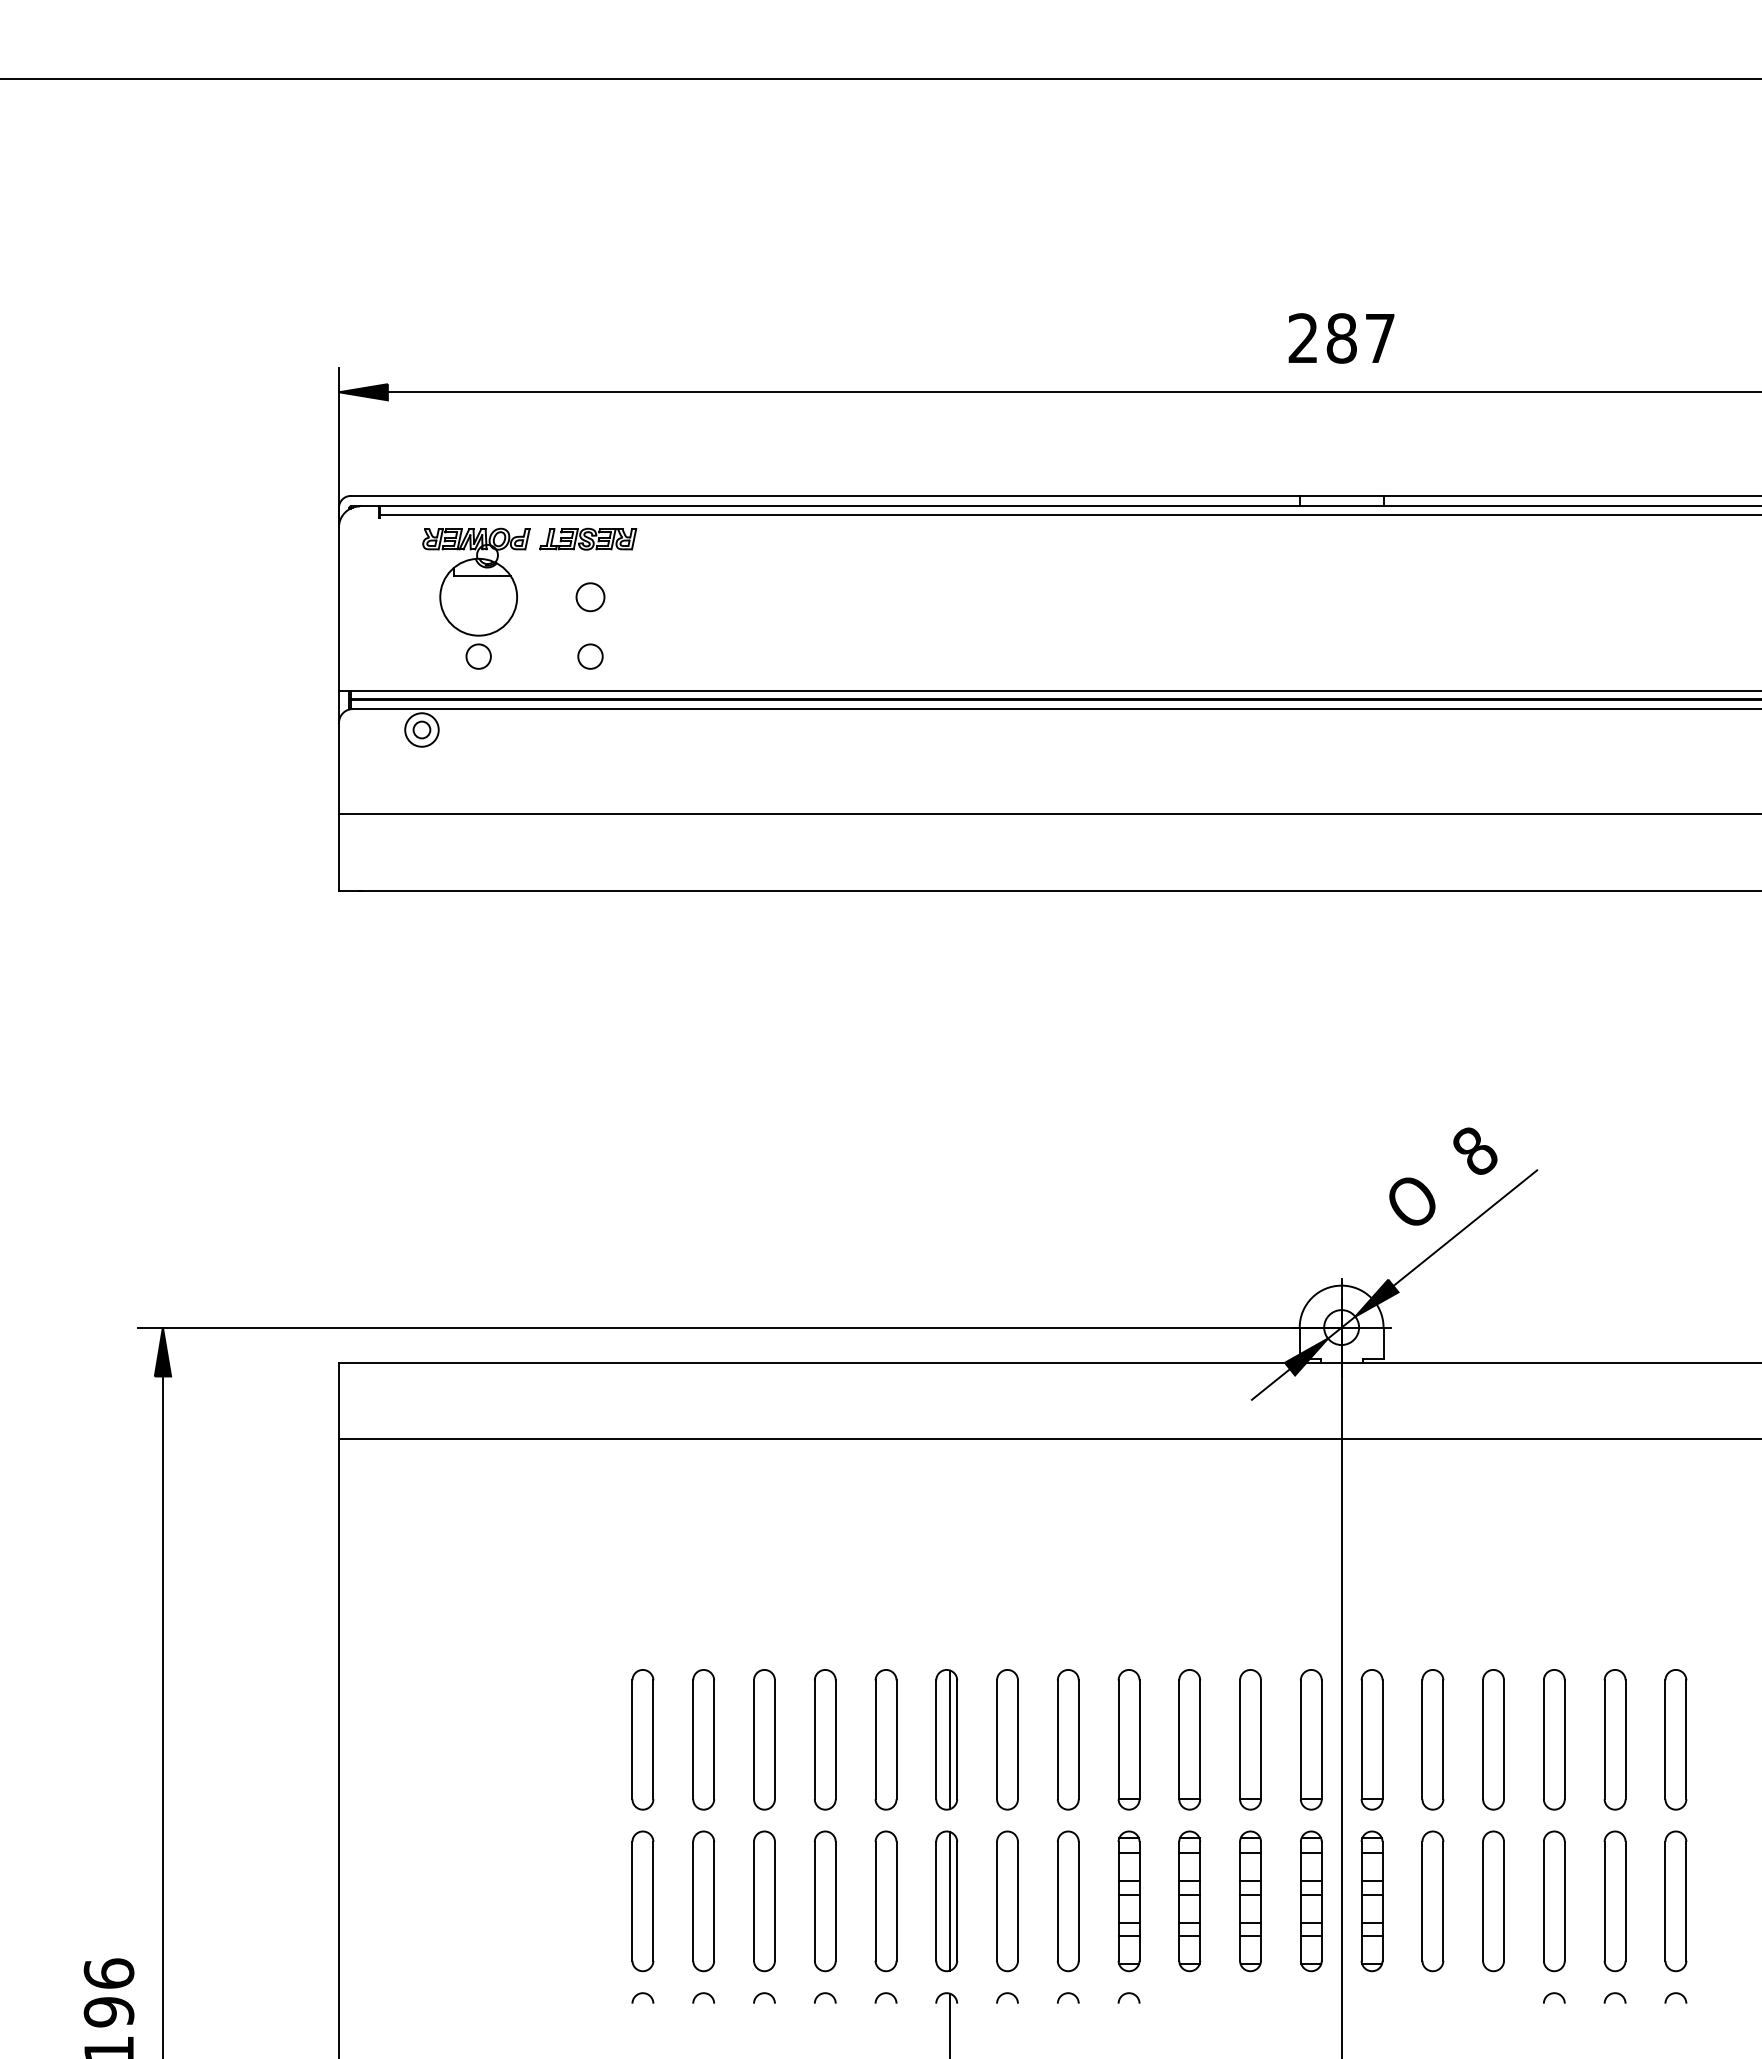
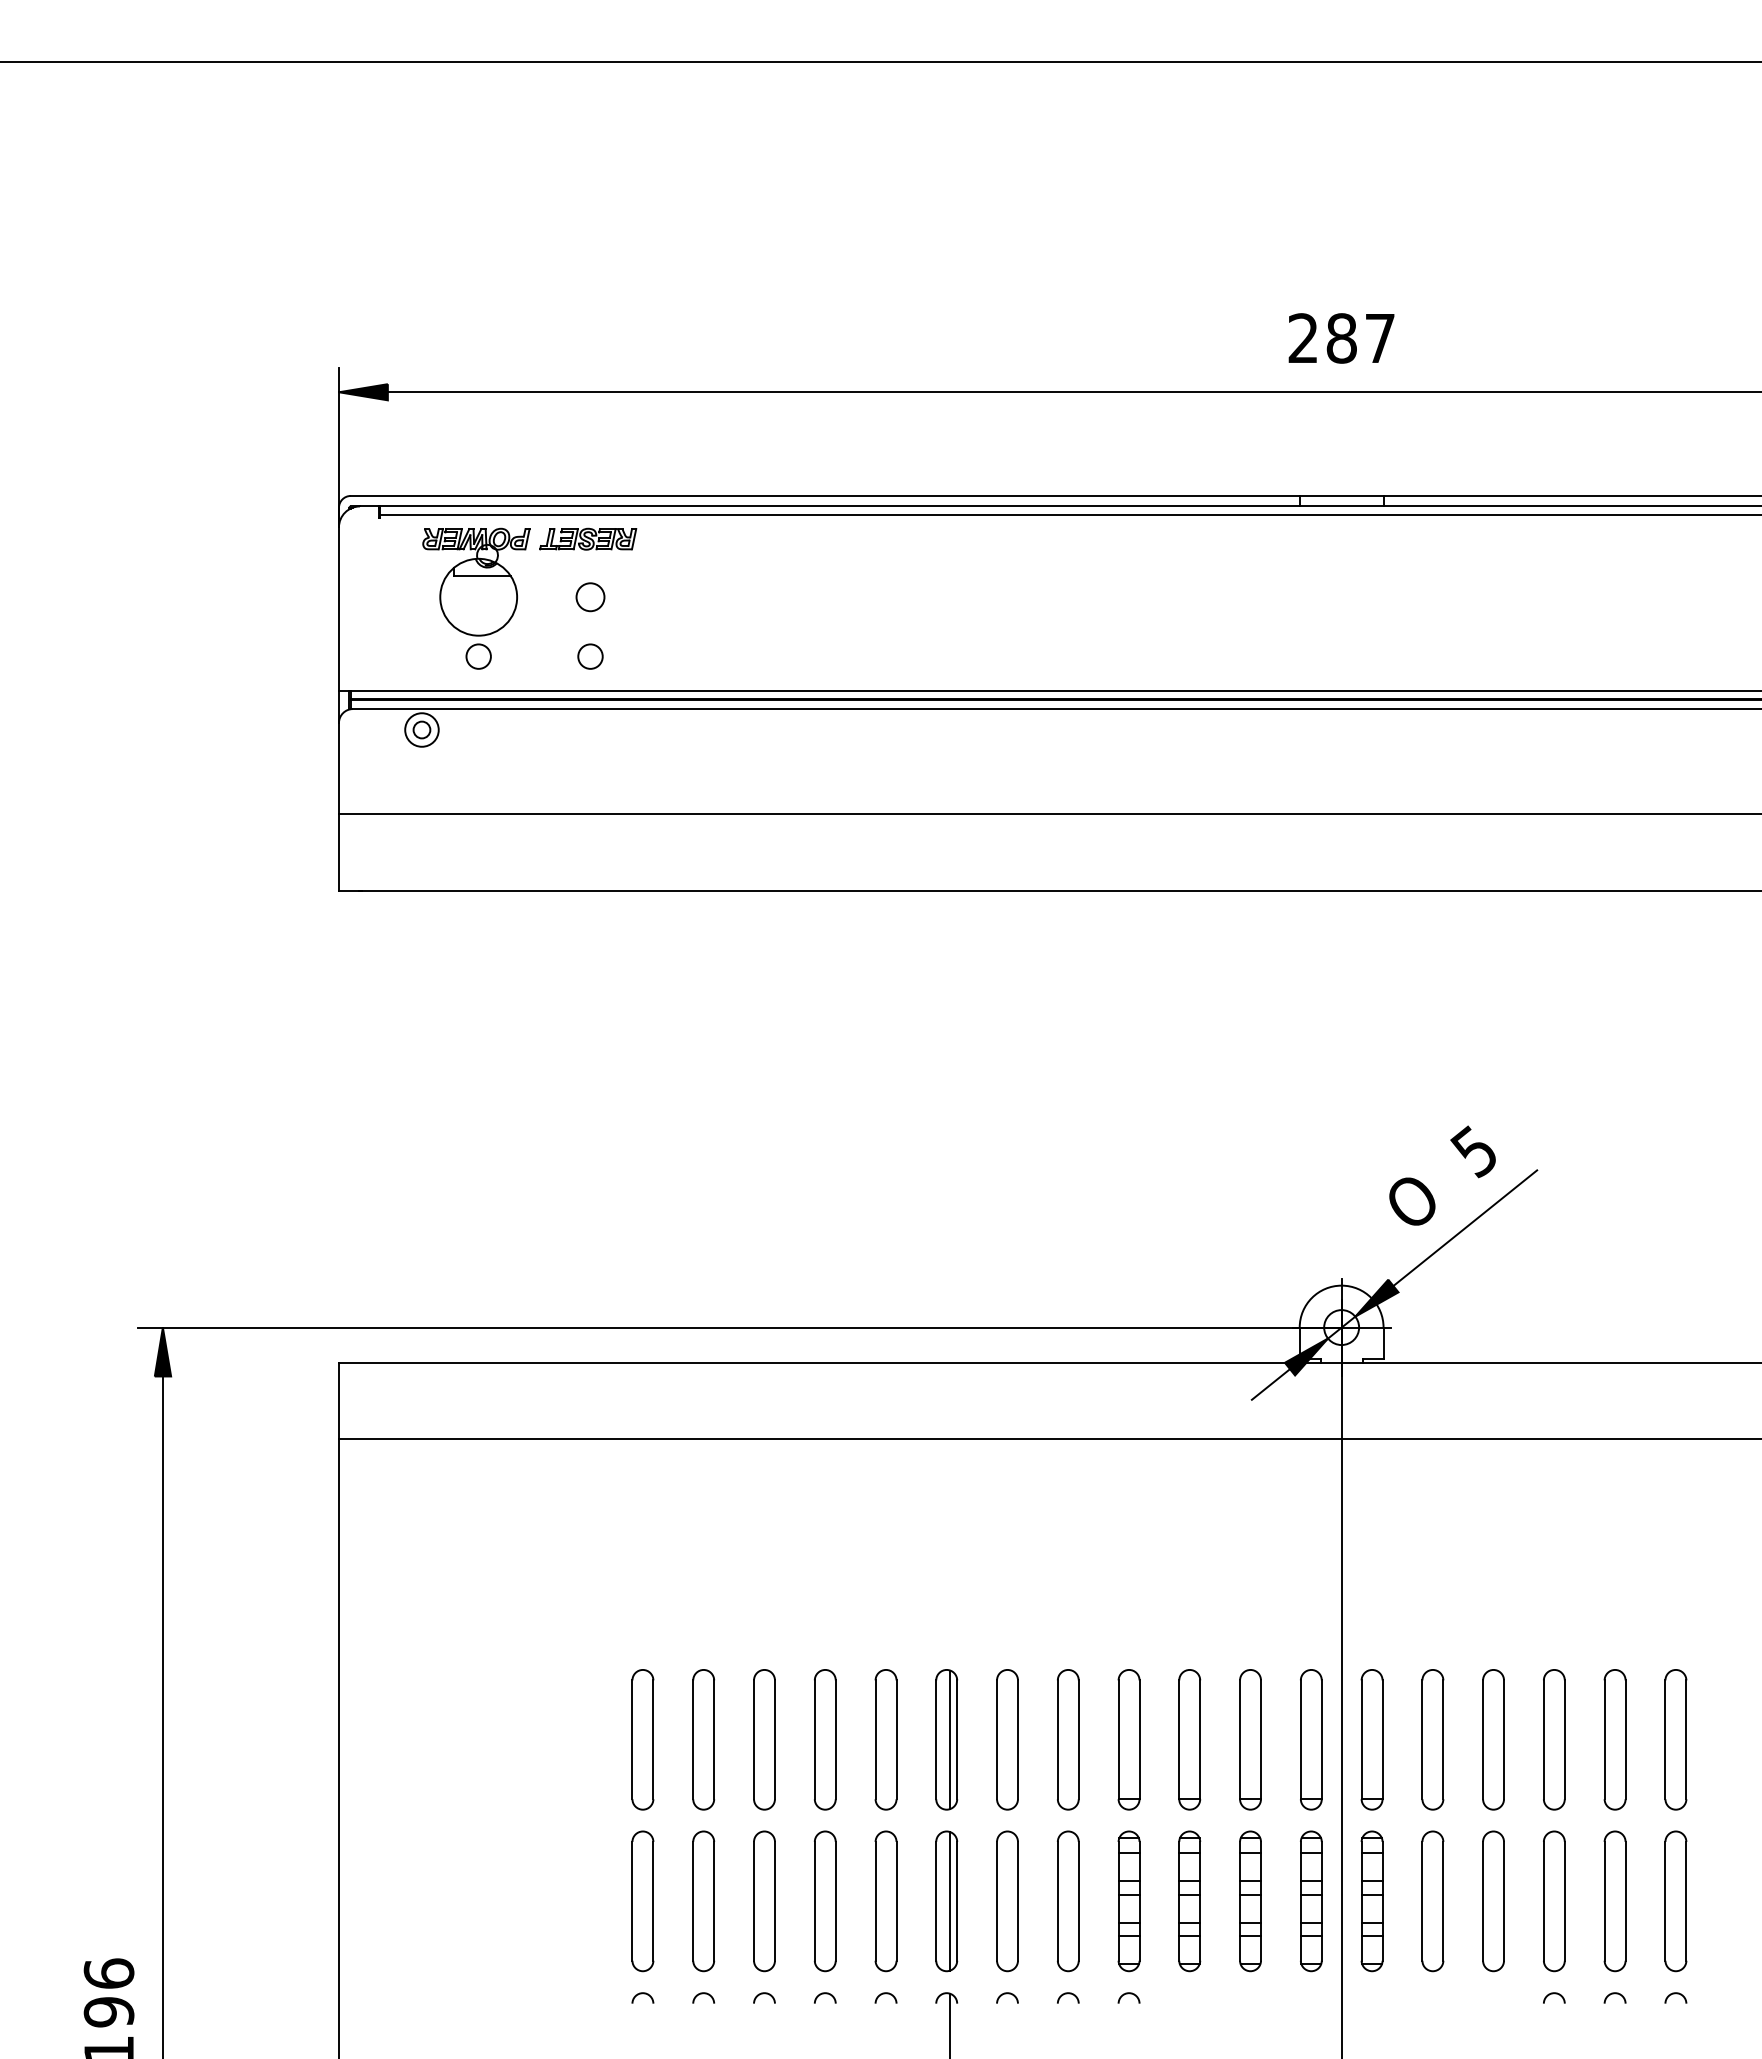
line at (880, 78) position: (880, 78) -> (880, 61)
text at (1473, 1151): 8 -> 5
